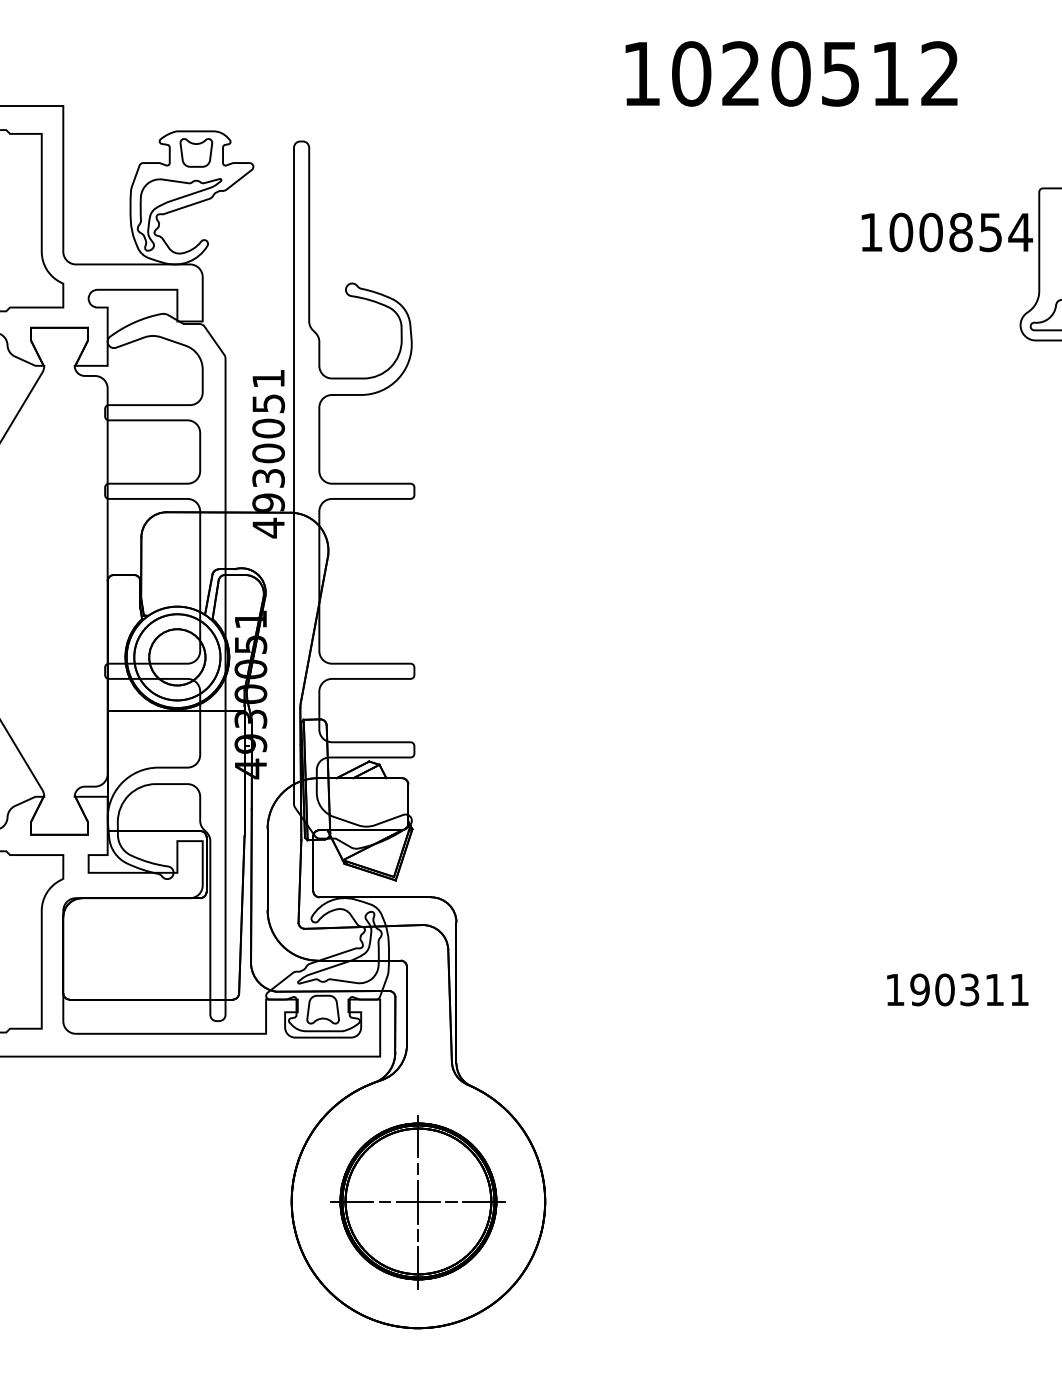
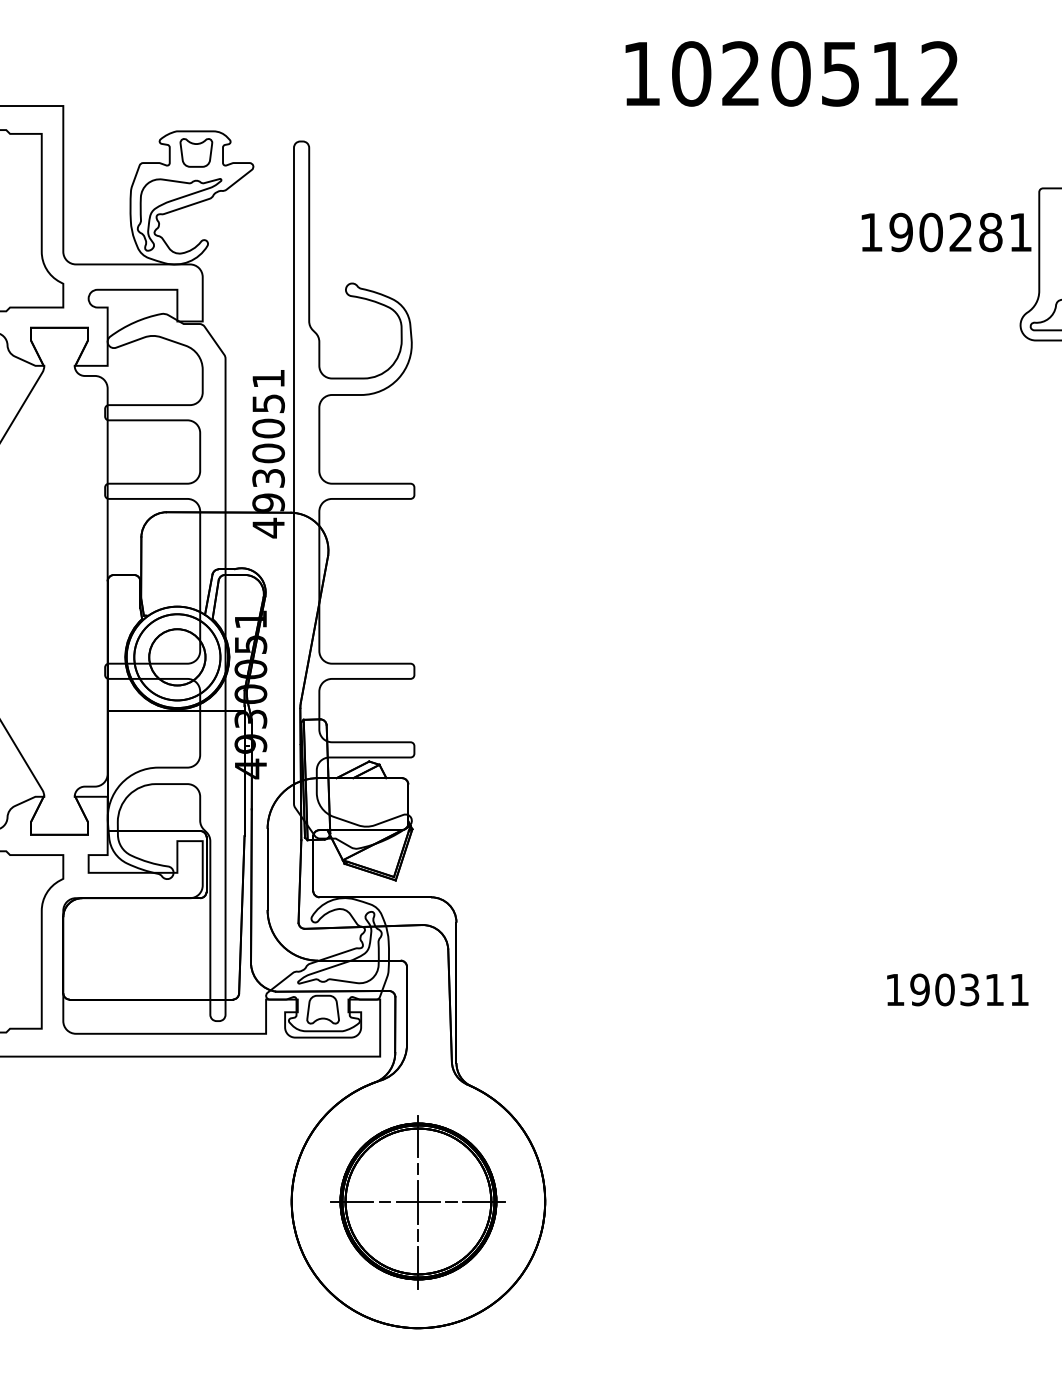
text at (961, 232): 100854 -> 190281
